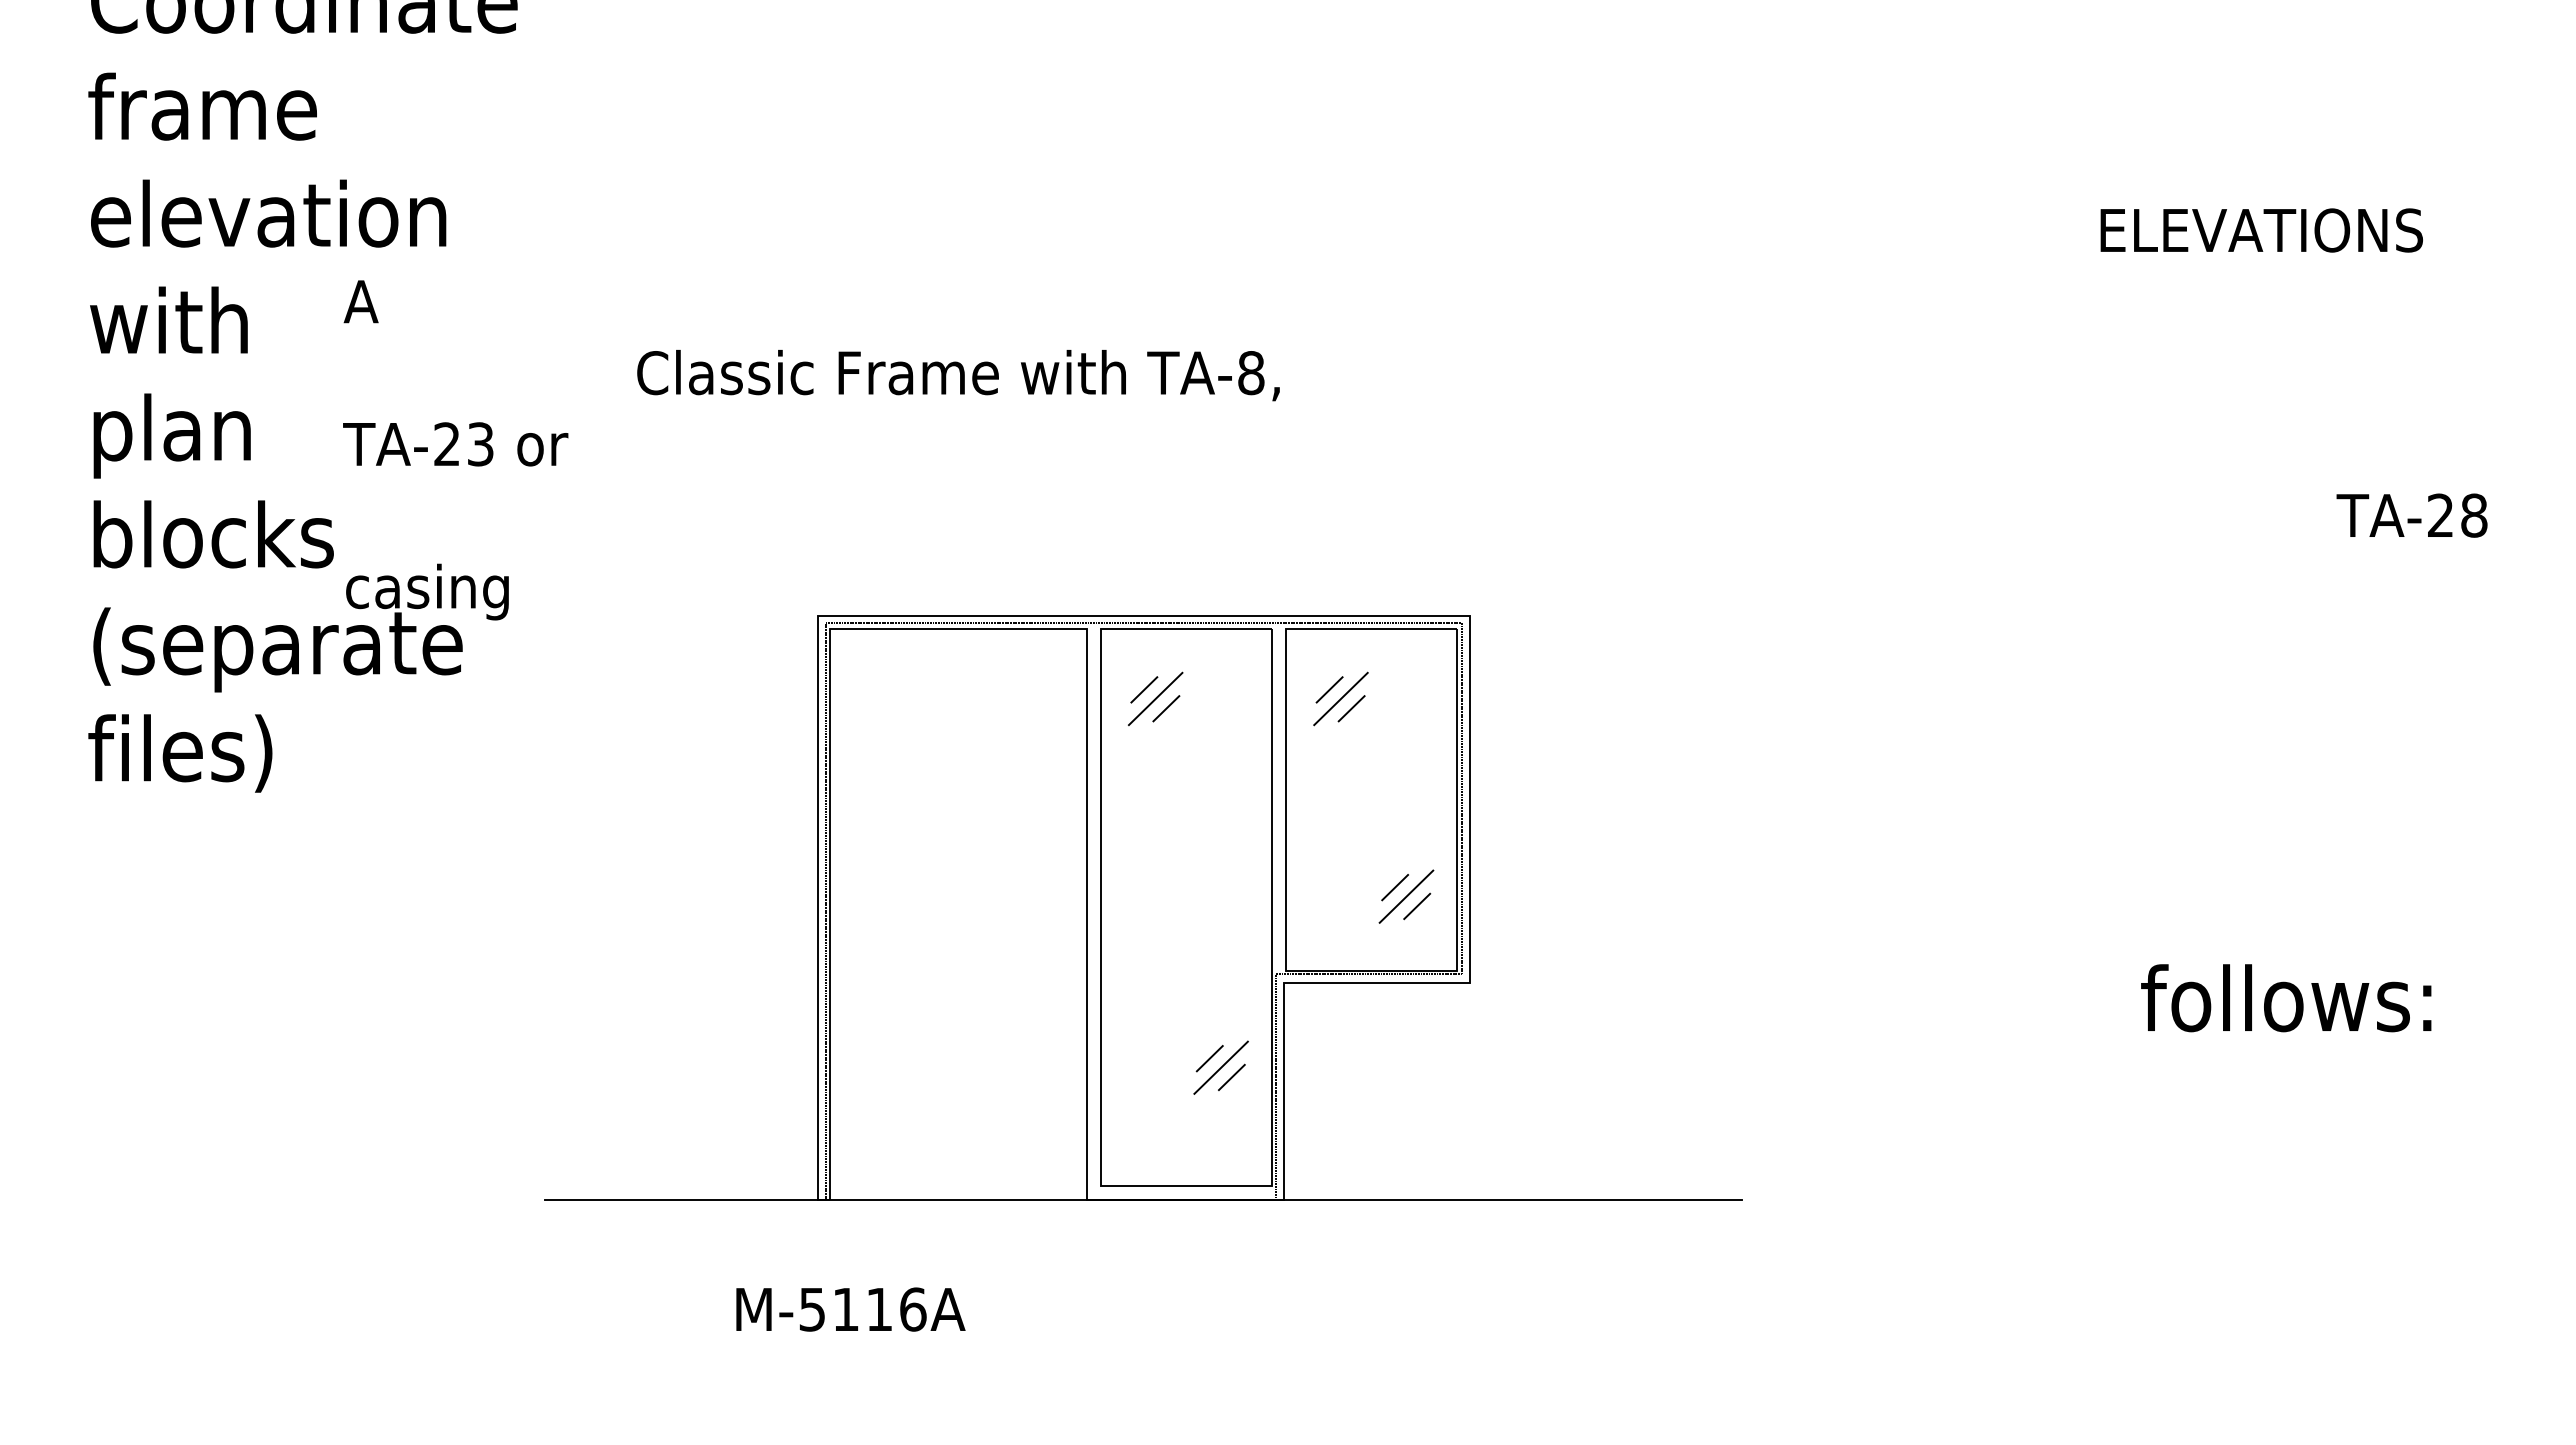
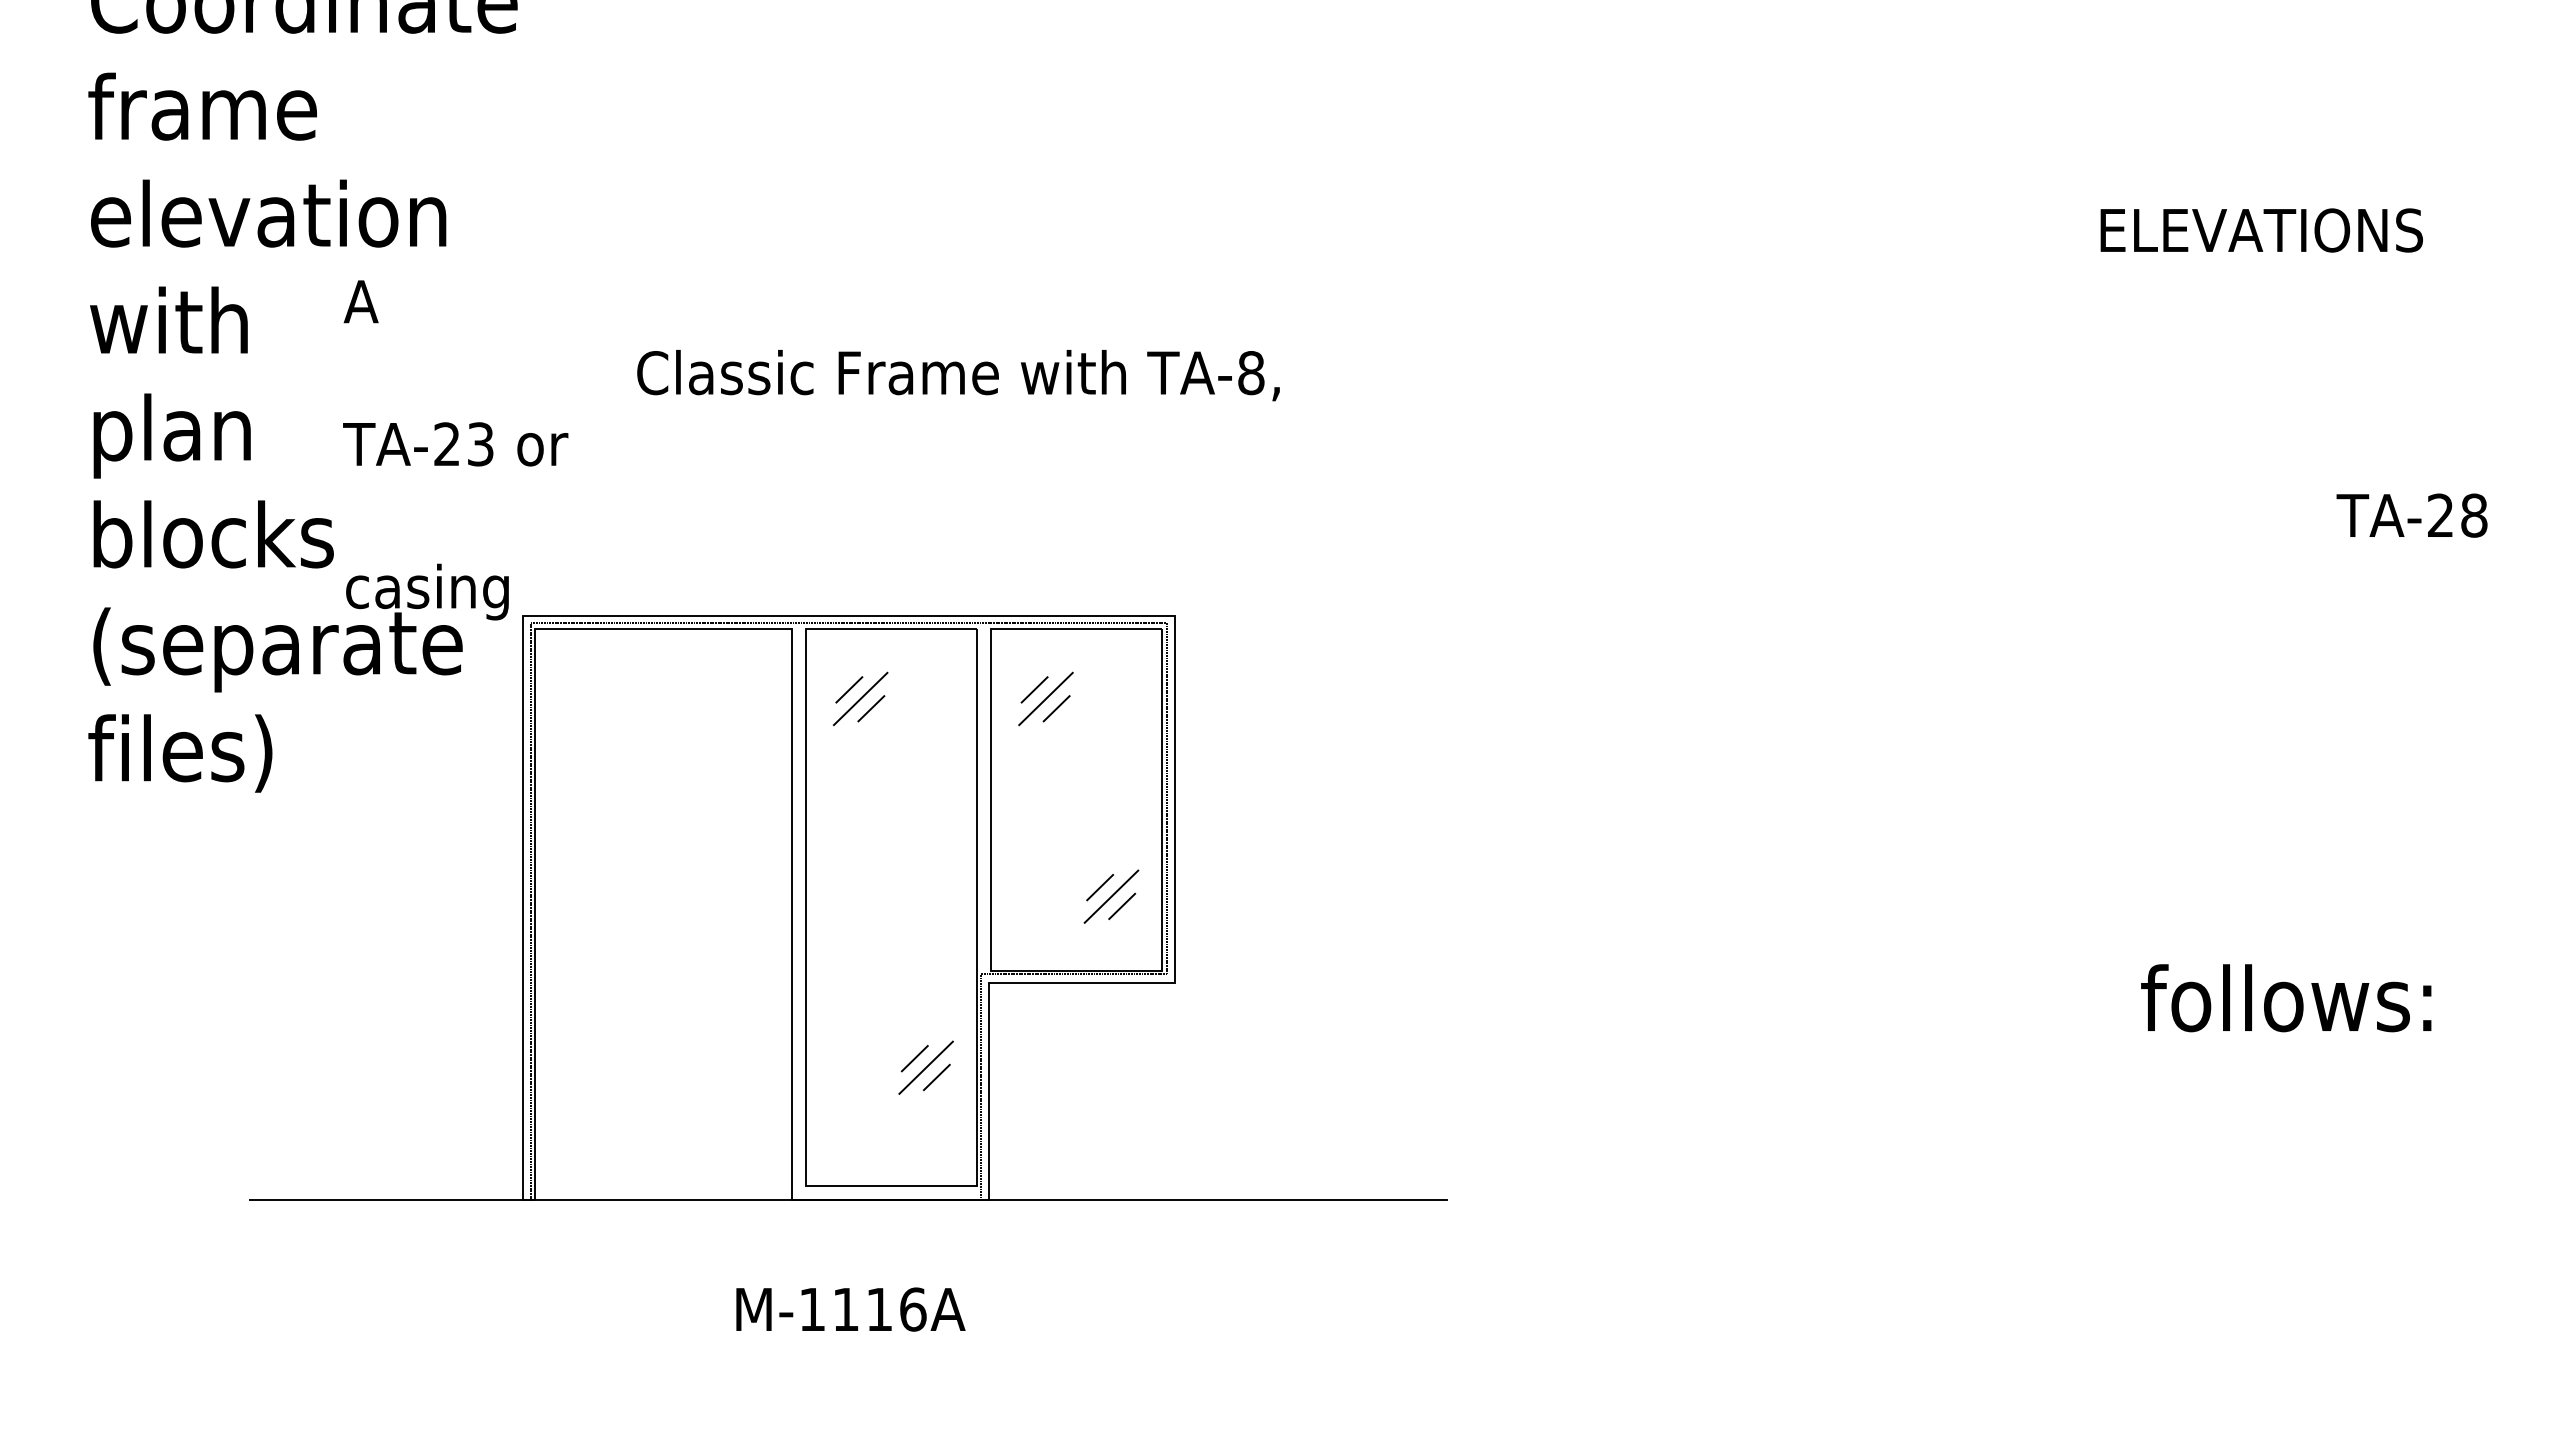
part at (1143, 907) position: (1143, 907) -> (848, 907)
text at (811, 1309): M-5116A -> M-1116A
